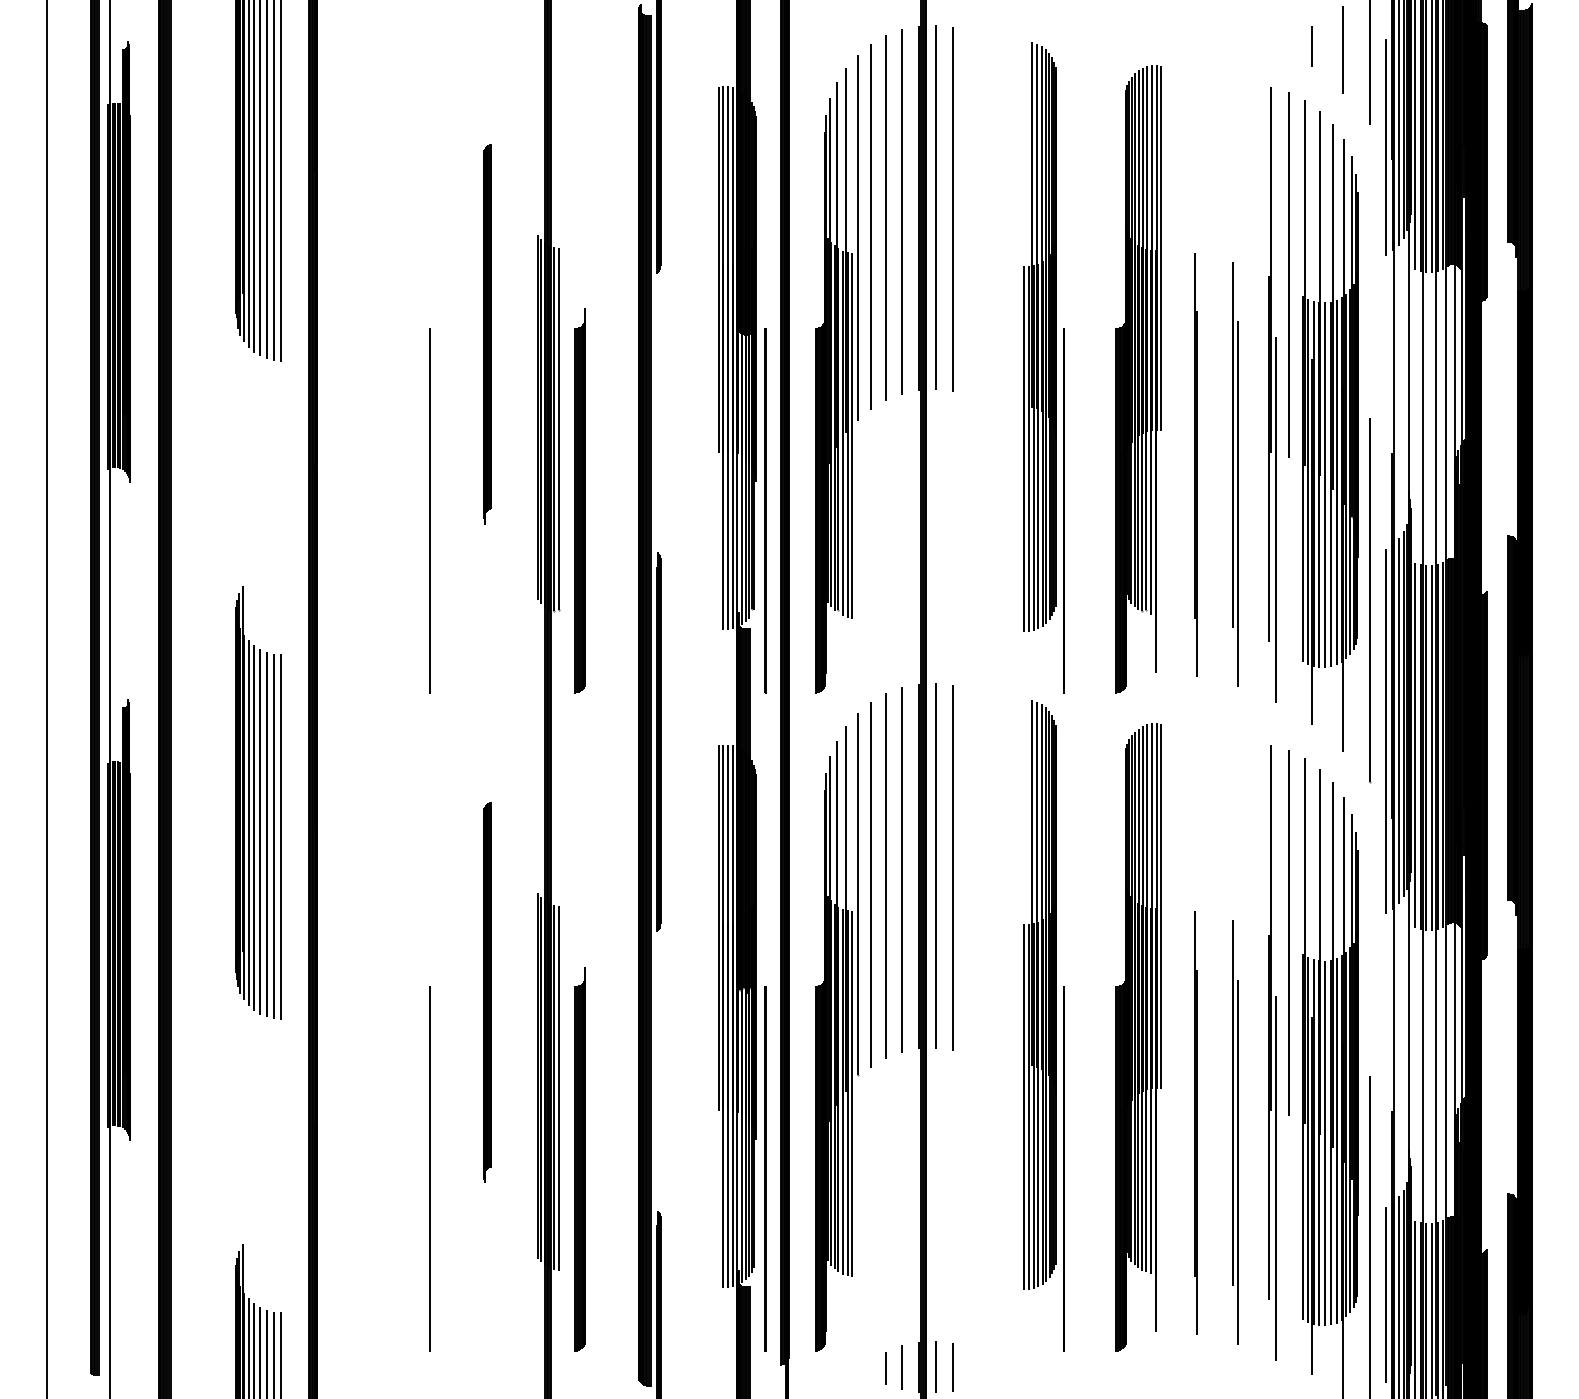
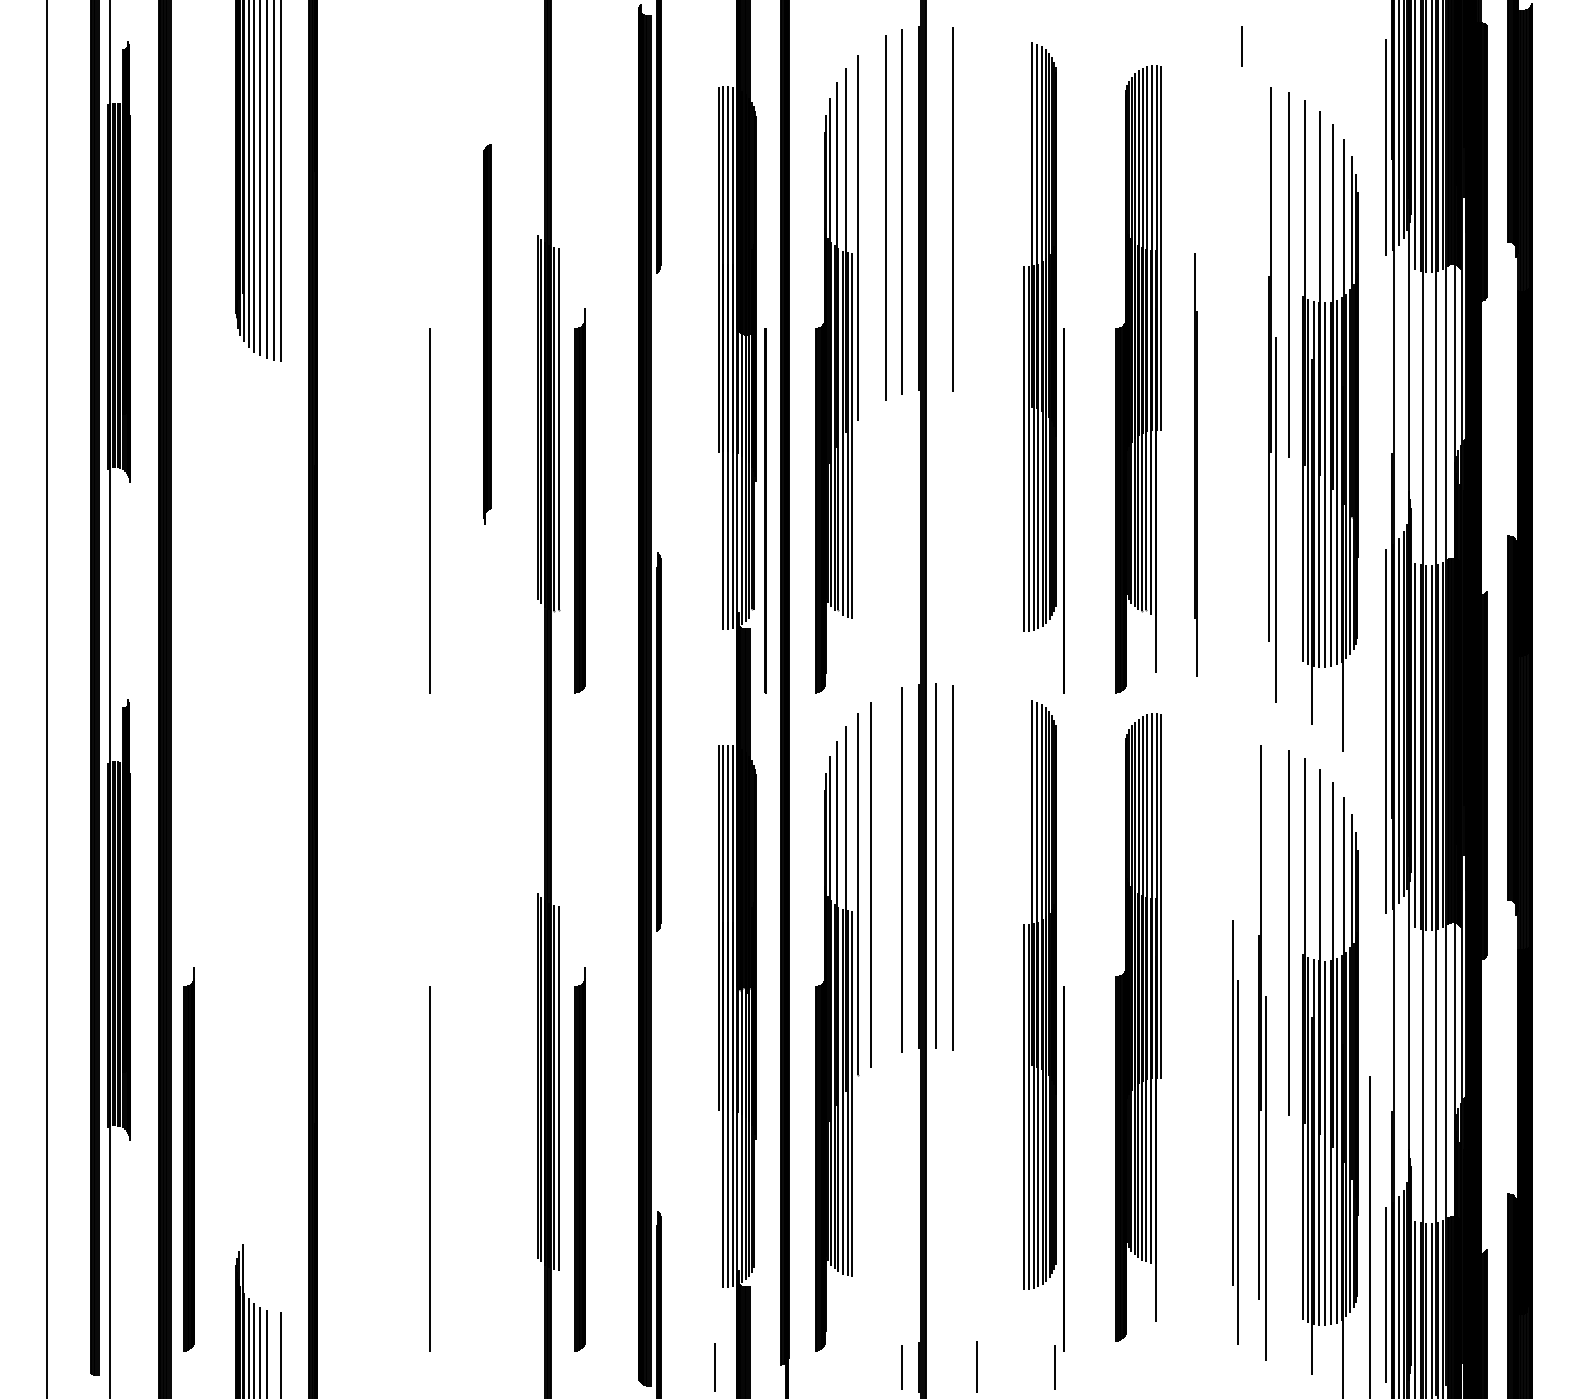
line at (1311, 46) position: (1311, 46) -> (1241, 46)
line at (1342, 49): present -> none
line at (1370, 63): present -> none
line at (935, 207): present -> none
line at (870, 226): present -> none
part at (1235, 474): present -> none
line at (1370, 600): present -> none
part at (258, 802): present -> none
line at (885, 875): present -> none
part at (487, 992): present -> none
part at (1138, 1037) position: (1138, 1037) -> (1138, 1027)
part at (1272, 1052) position: (1272, 1052) -> (1262, 1052)
line at (1195, 1122): present -> none
part at (188, 1159): none -> present
line at (765, 1168): present -> none
line at (273, 1353): present -> none
line at (935, 1366) position: (935, 1366) -> (976, 1366)
line at (885, 1367): present -> none
line at (952, 1367) position: (952, 1367) -> (714, 1367)
line at (1054, 1367): none -> present
